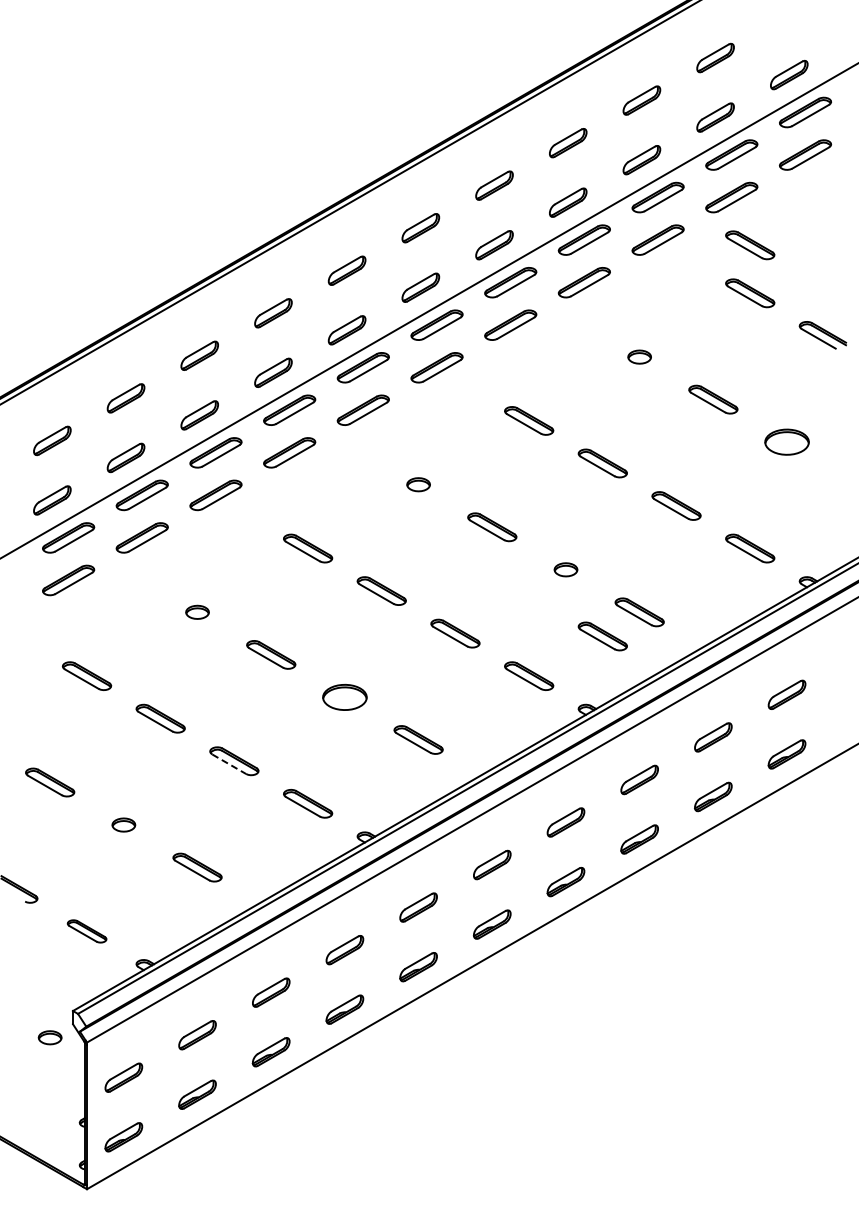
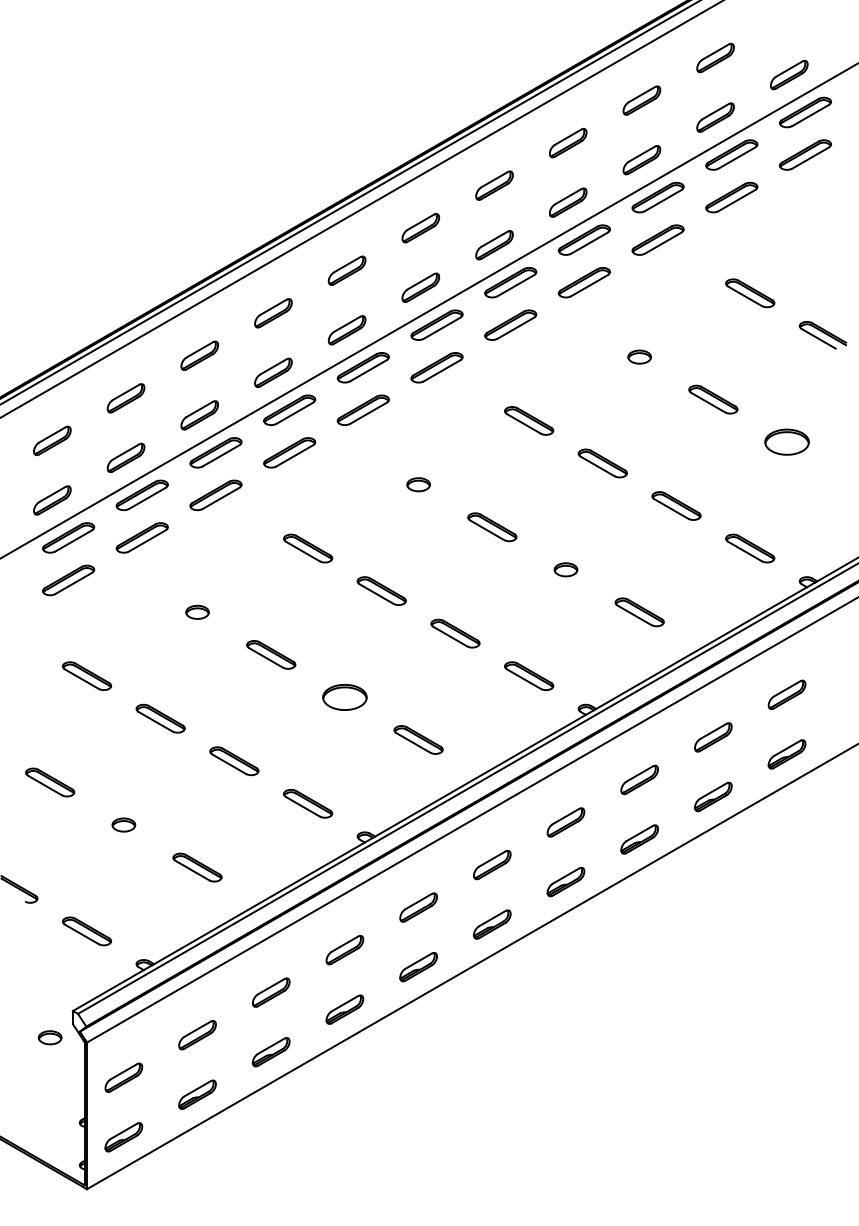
line at (361, 209): none -> present
part at (750, 245): present -> none
part at (602, 636): present -> none
line at (229, 764): dashed -> solid
part at (86, 931) size: 42x25 px -> 51x31 px
